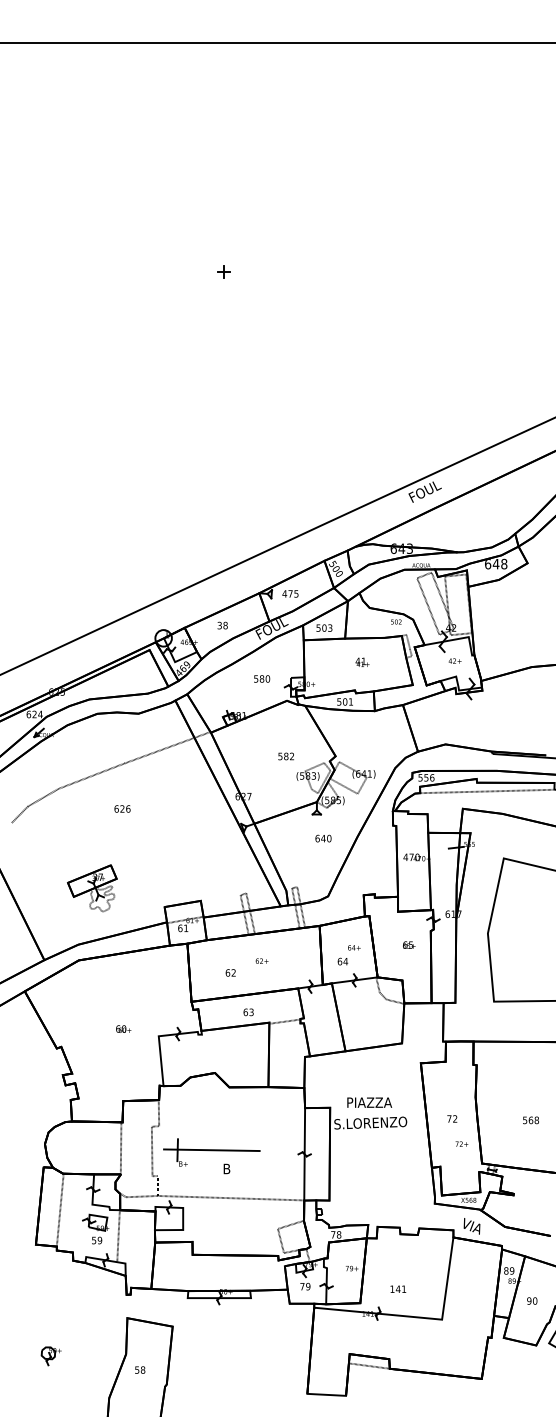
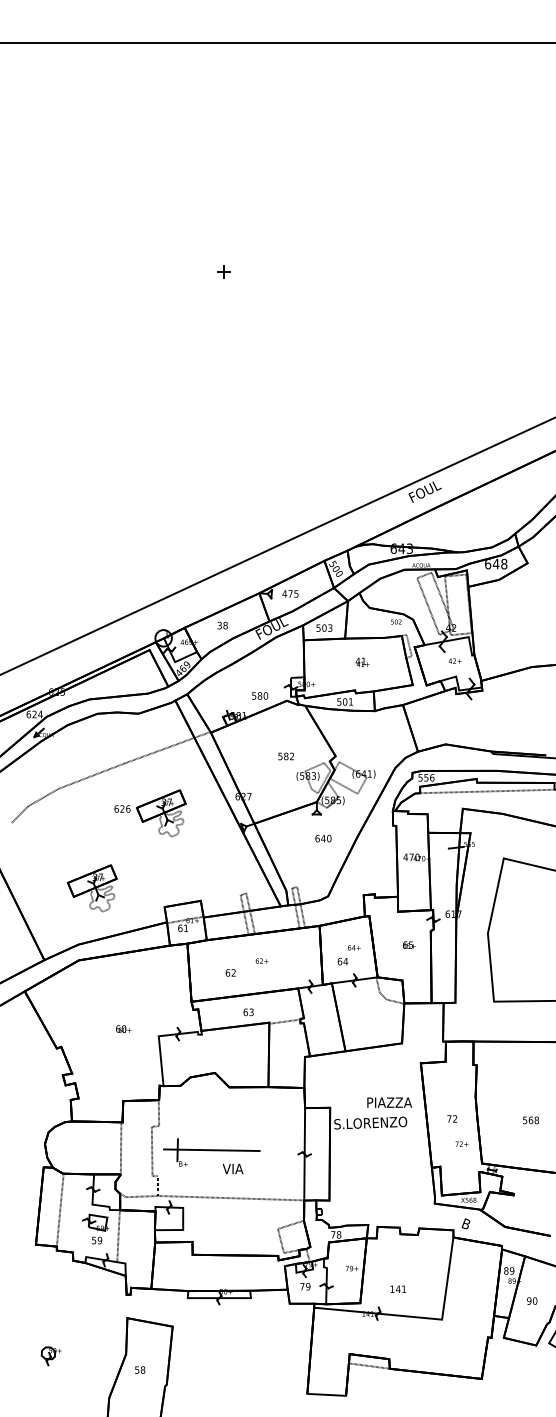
text at (262, 678) position: (262, 678) -> (260, 695)
part at (161, 813): none -> present
text at (369, 1102) position: (369, 1102) -> (389, 1102)
text at (232, 1168): B -> VIA
text at (470, 1226): VIA -> B
